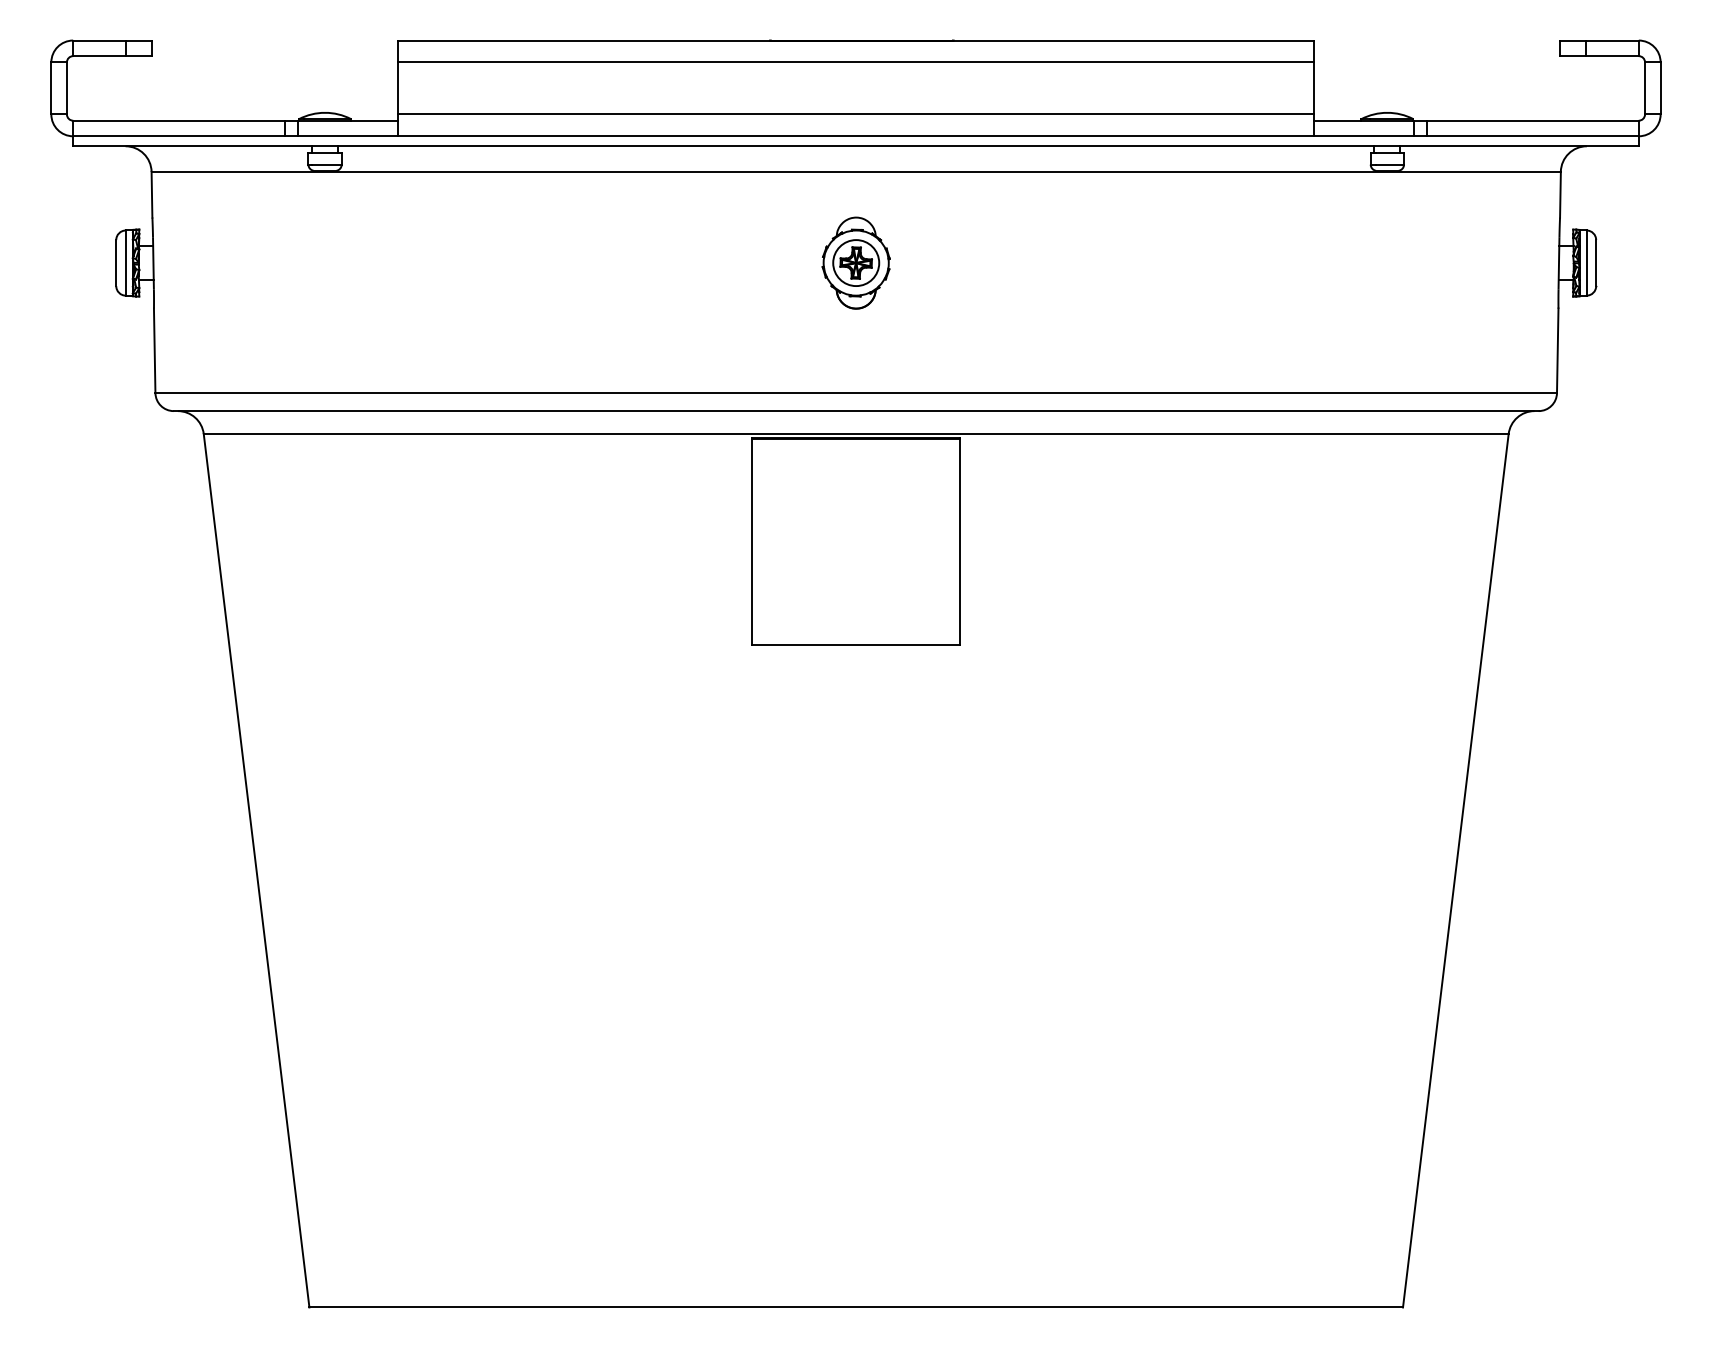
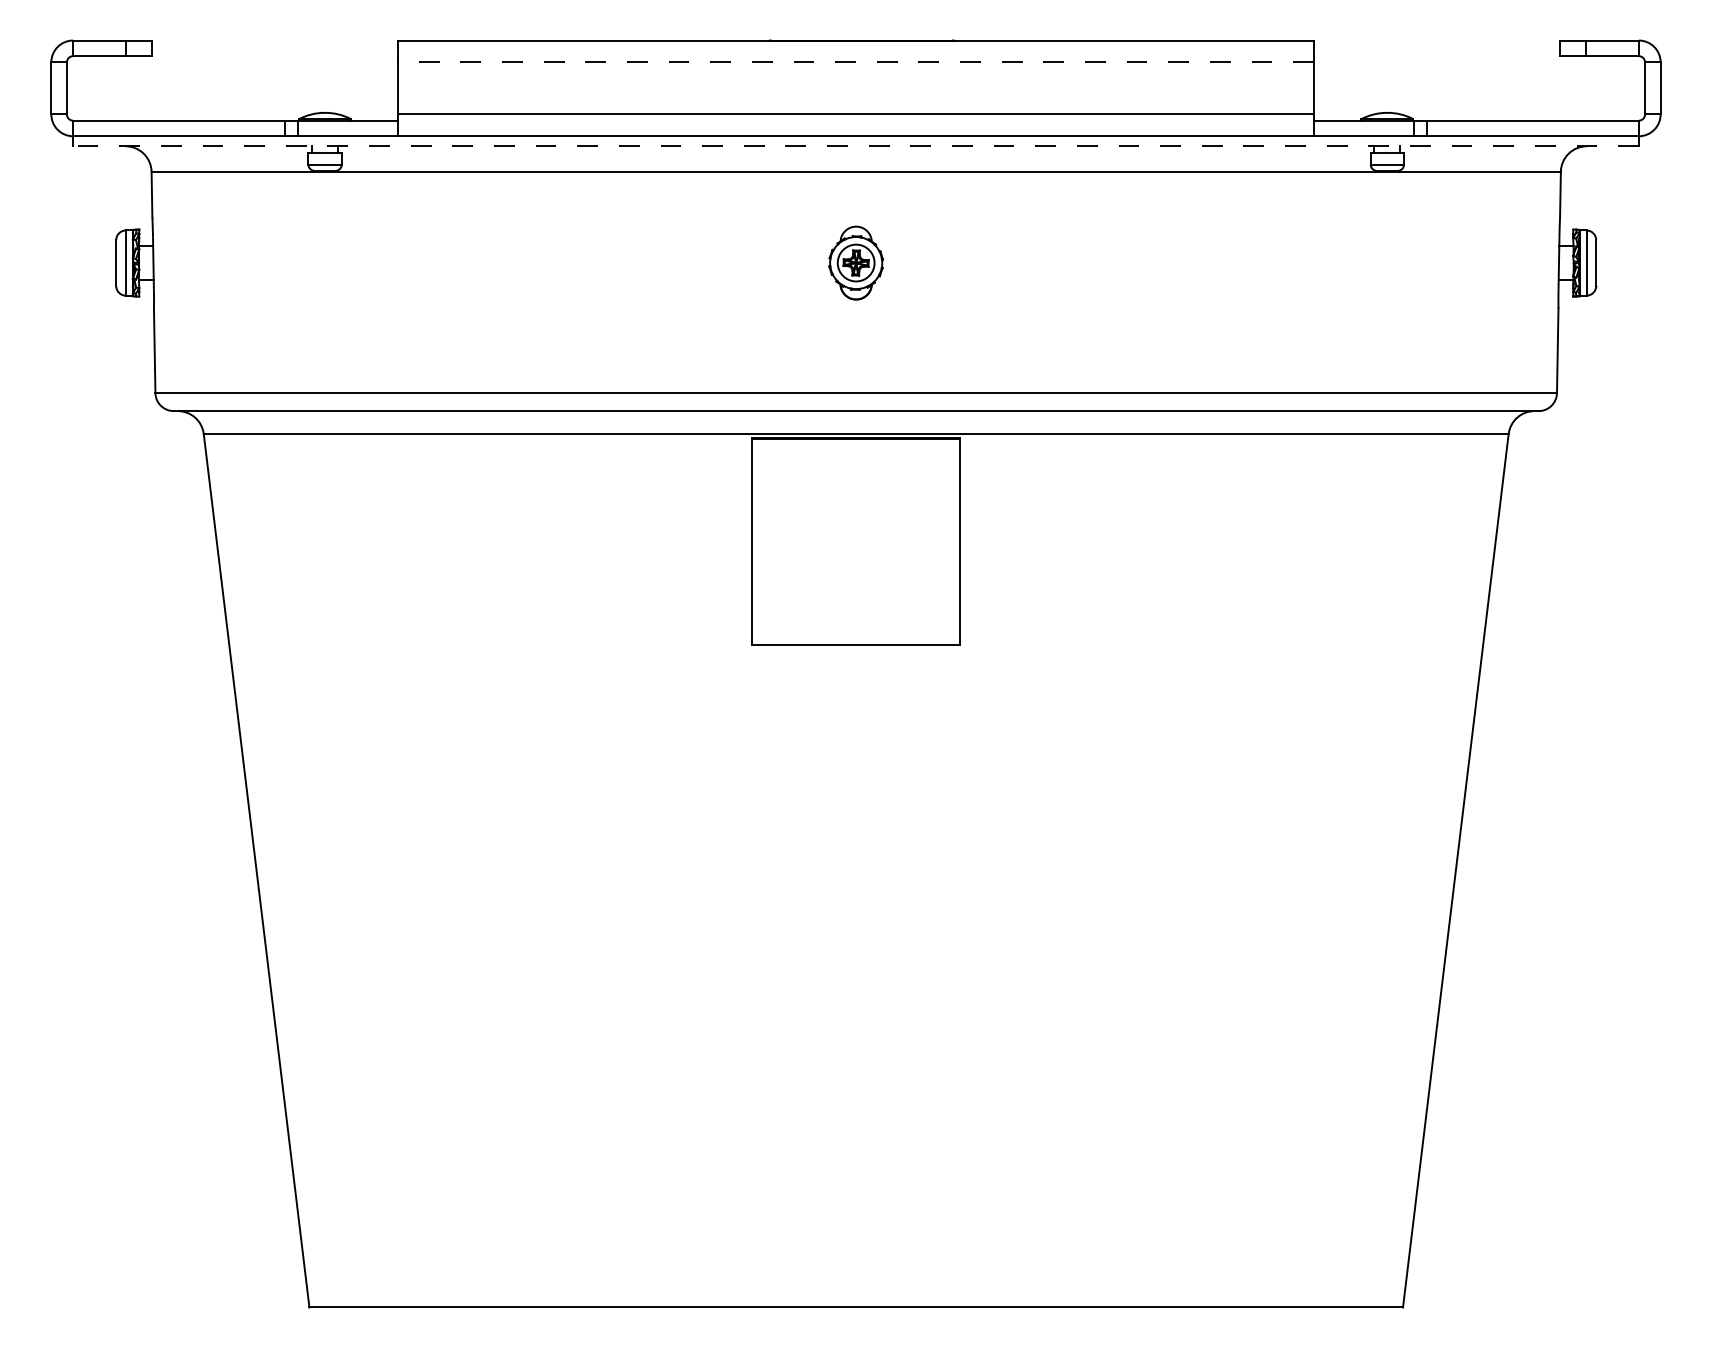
line at (855, 62): solid -> dashed
line at (856, 146): solid -> dashed
part at (855, 262) size: 70x94 px -> 57x76 px
